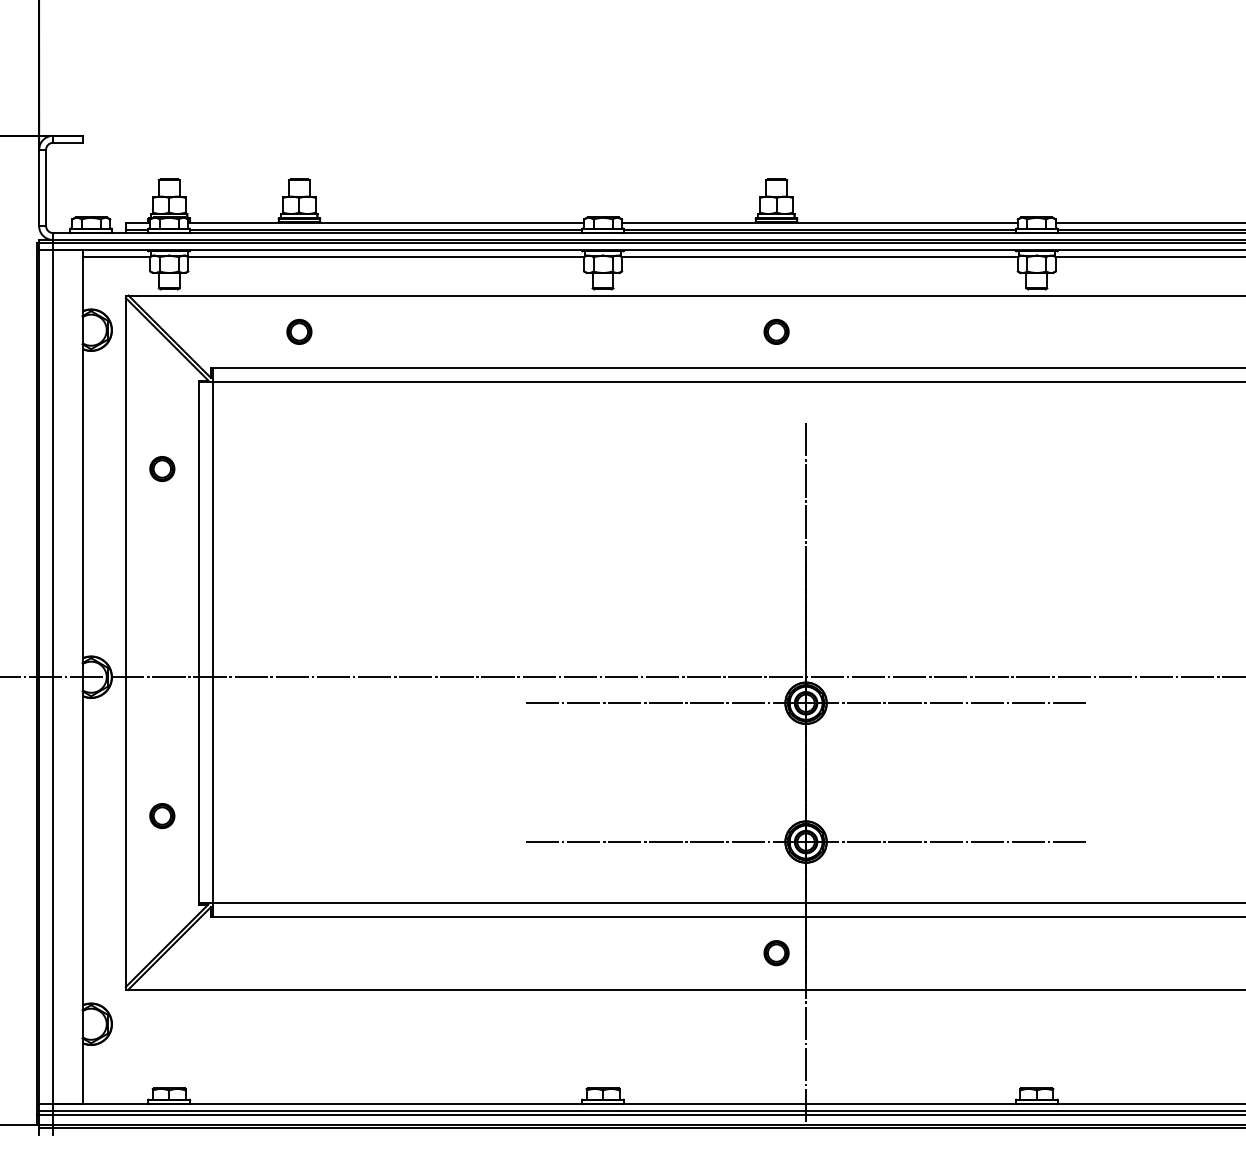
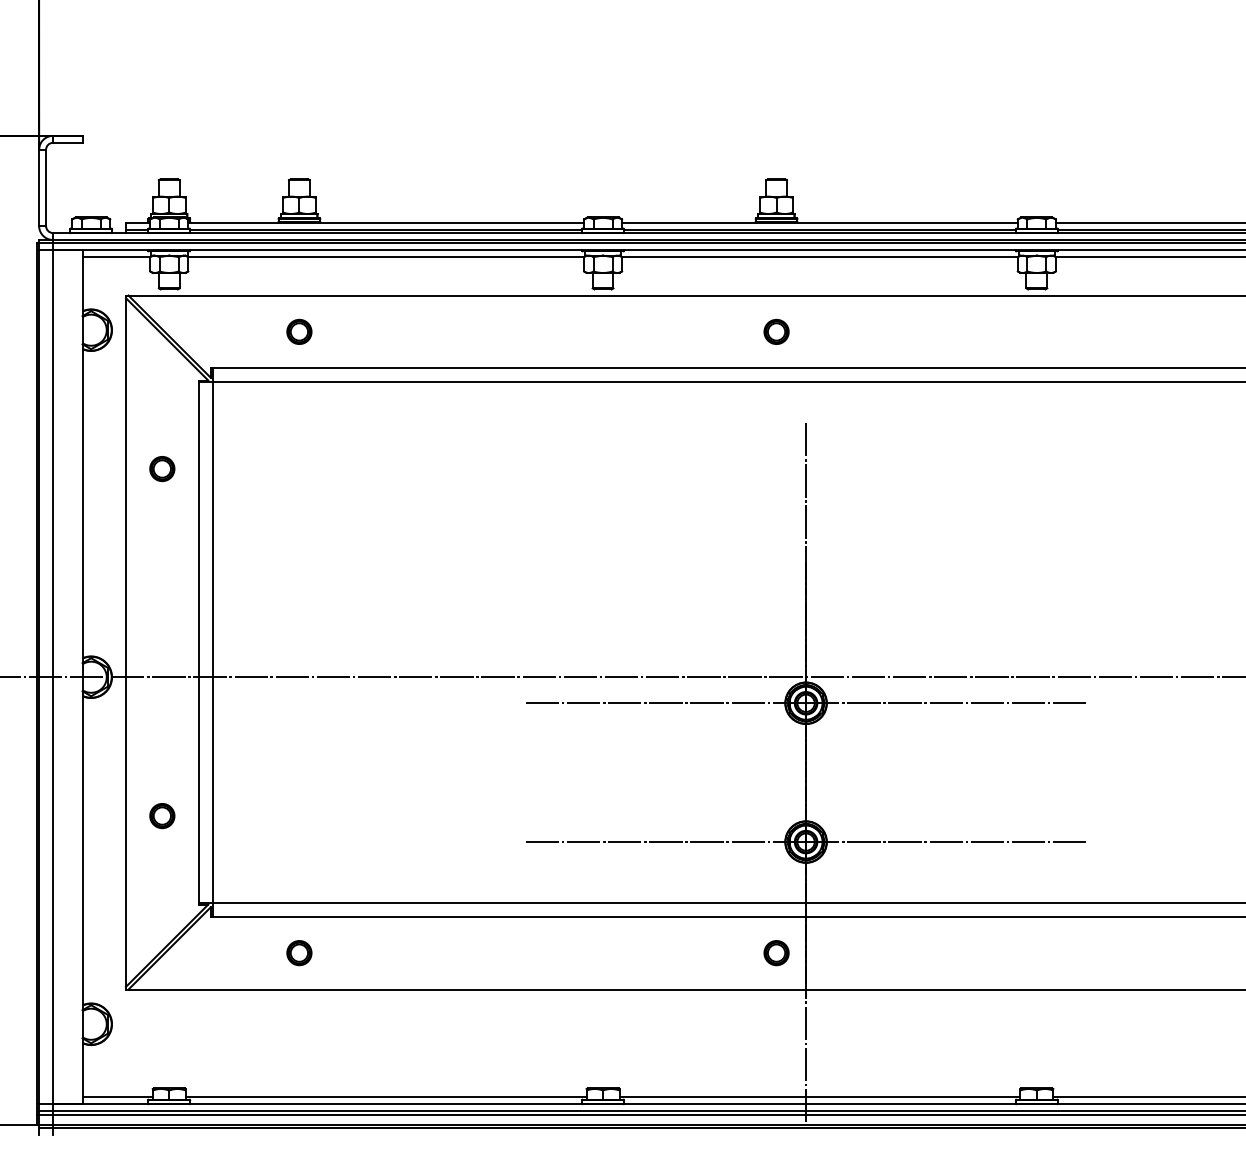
part at (299, 953): none -> present
line at (117, 1097): none -> present
line at (385, 1097): none -> present
line at (819, 1097): none -> present
line at (1147, 1097): none -> present
